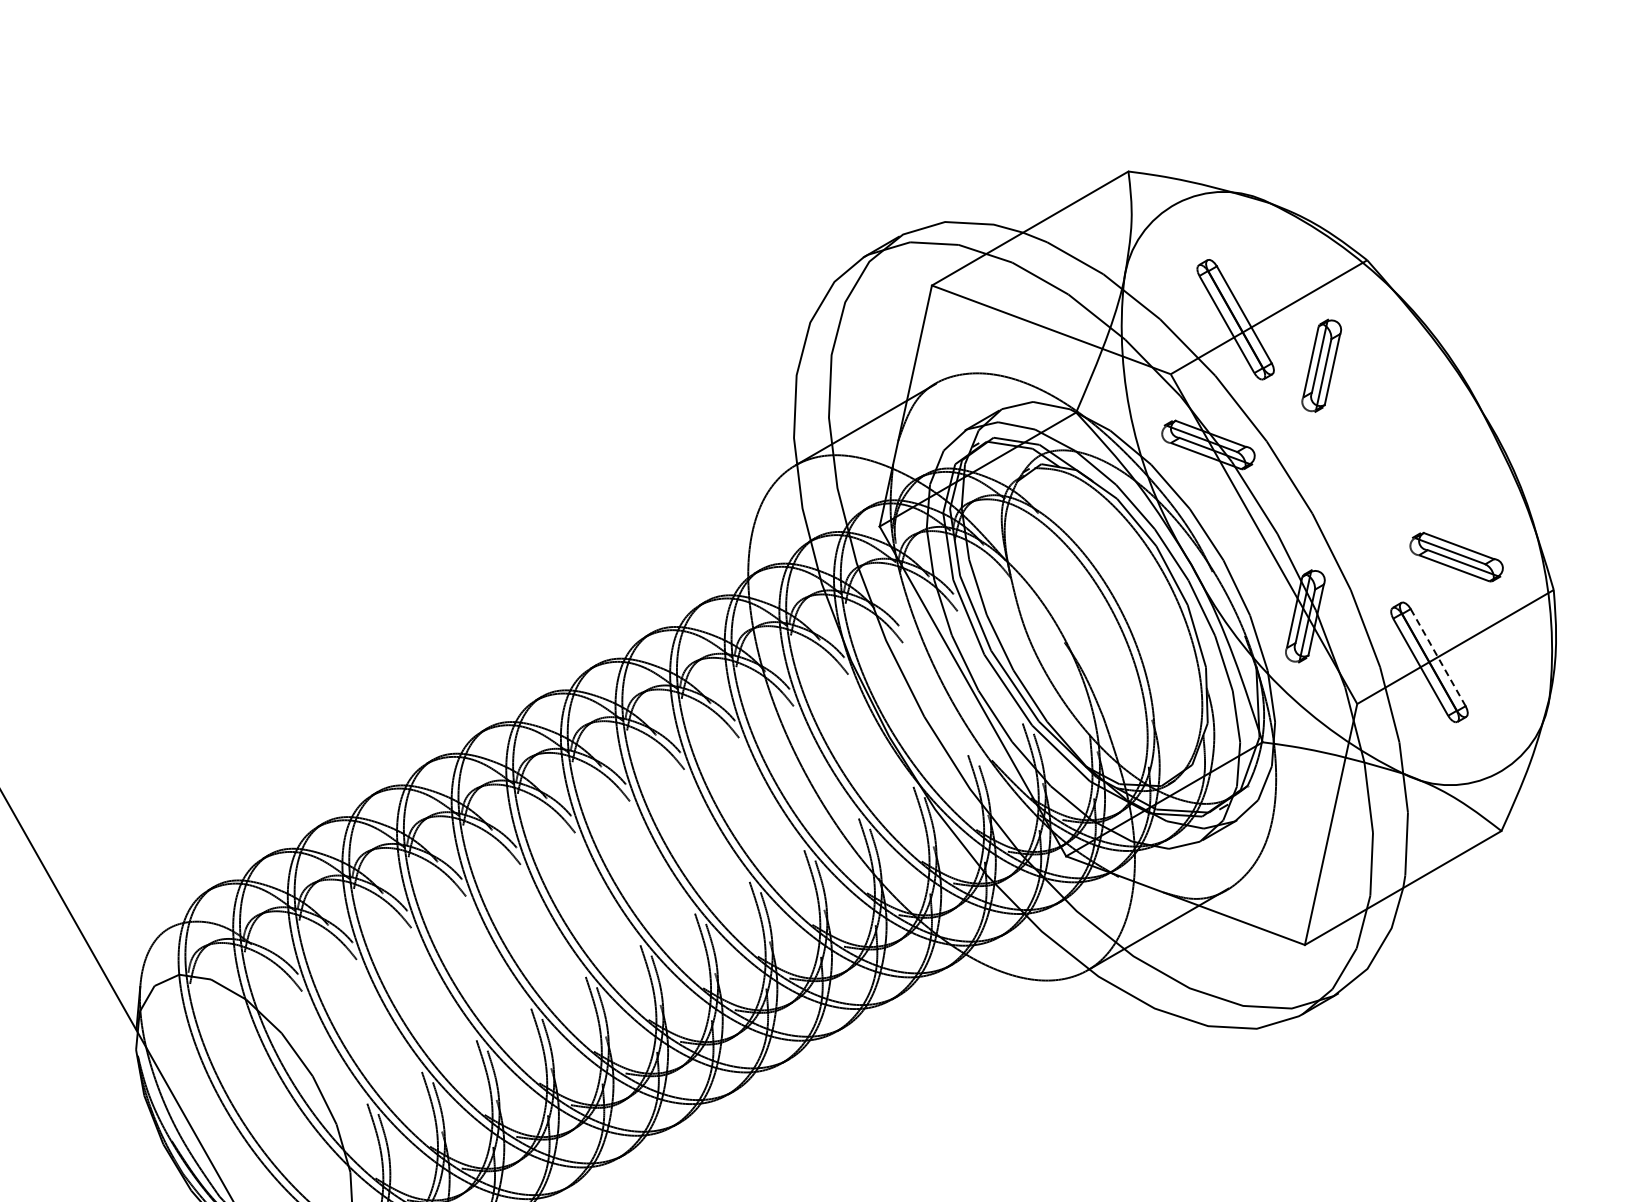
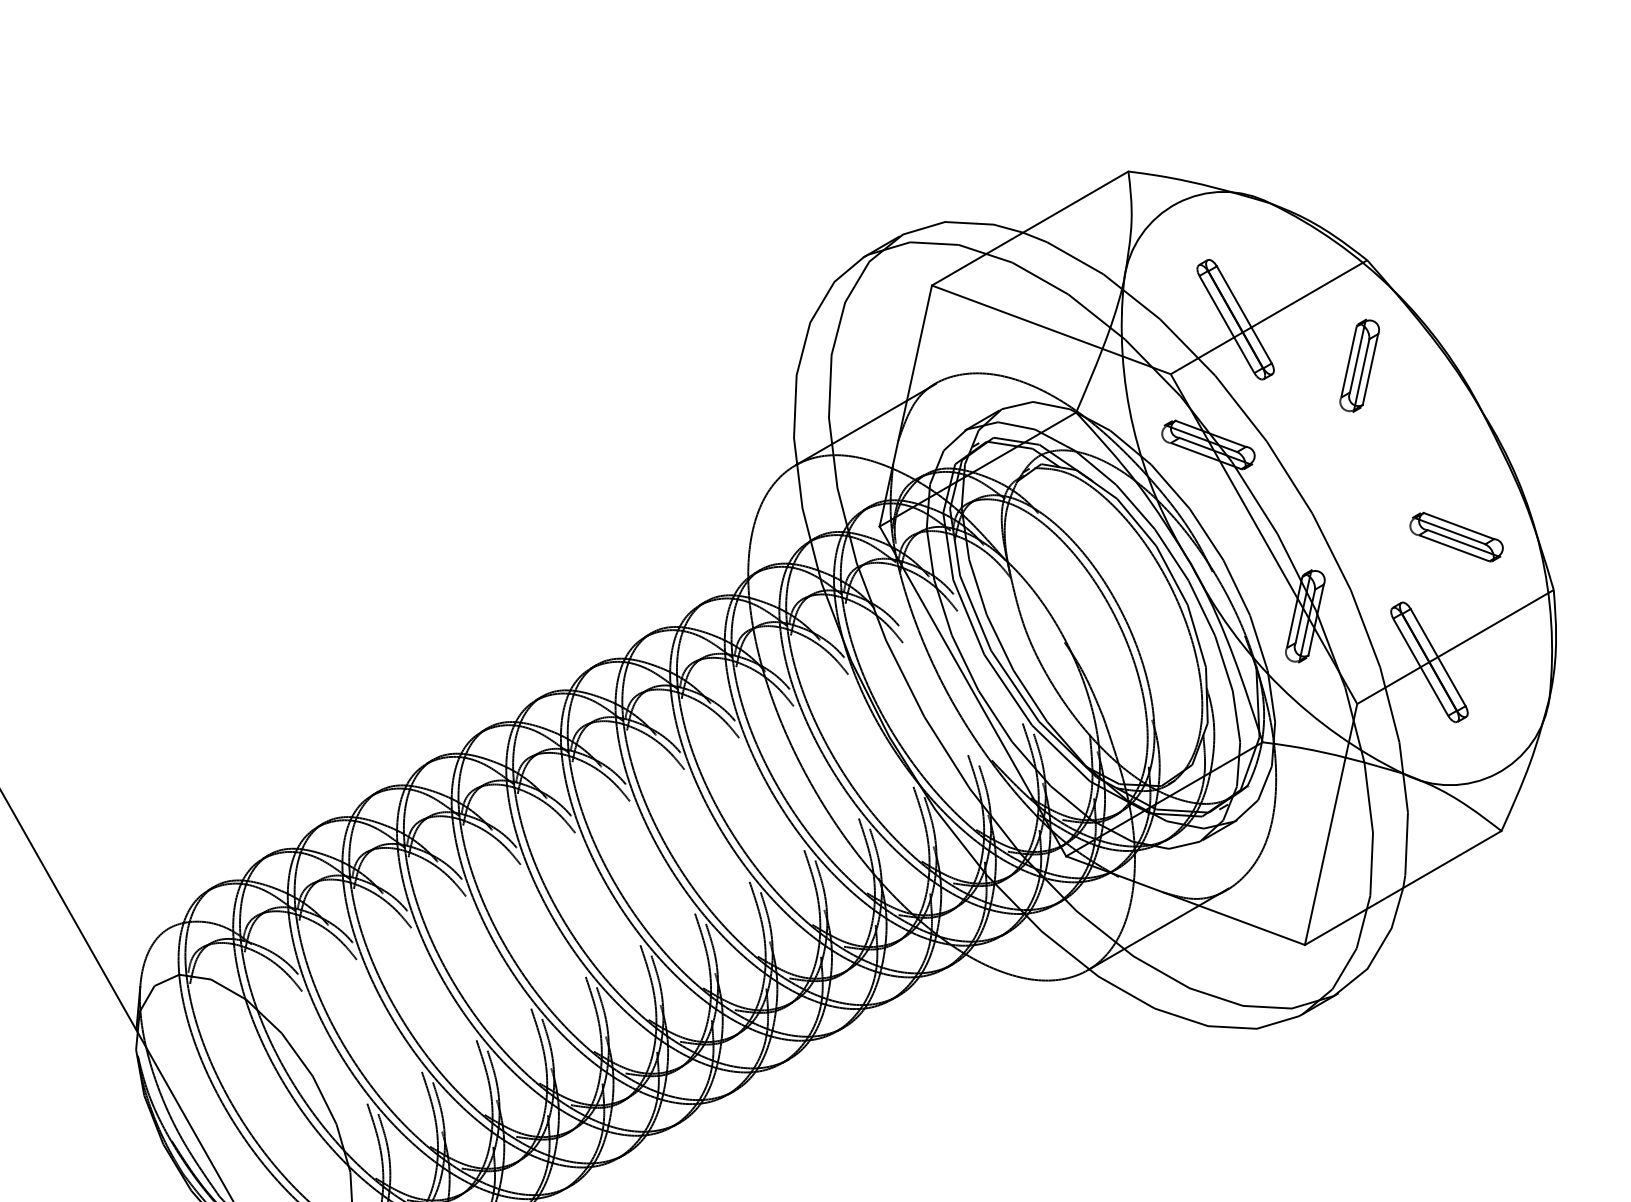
part at (1321, 365) position: (1321, 365) -> (1359, 365)
part at (1456, 557) position: (1456, 557) -> (1456, 537)
line at (1438, 657): dashed -> solid
